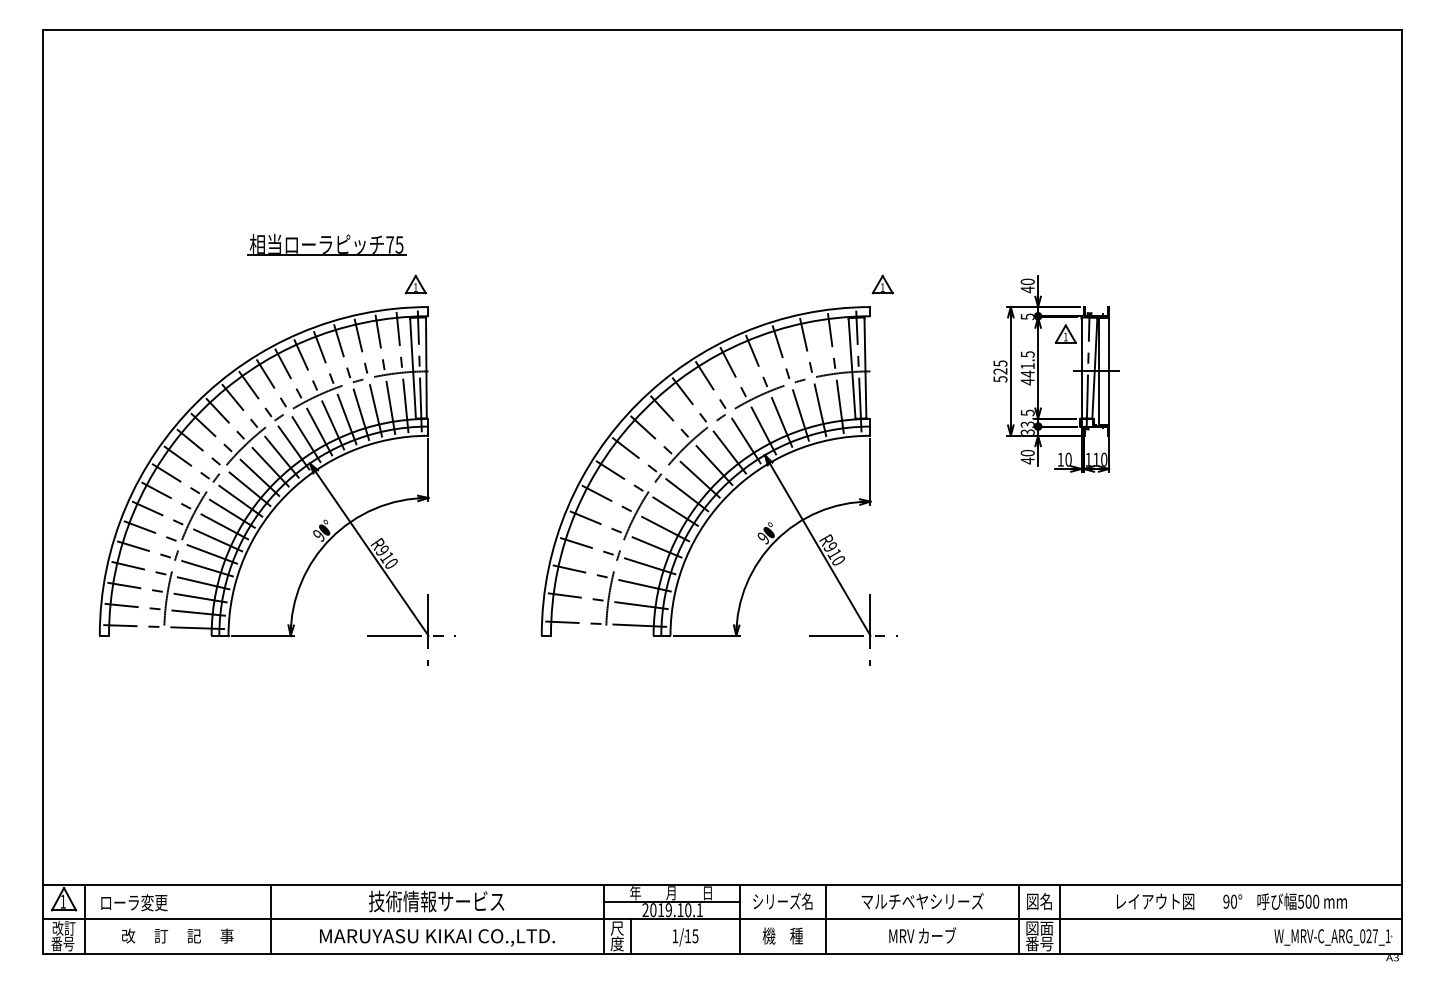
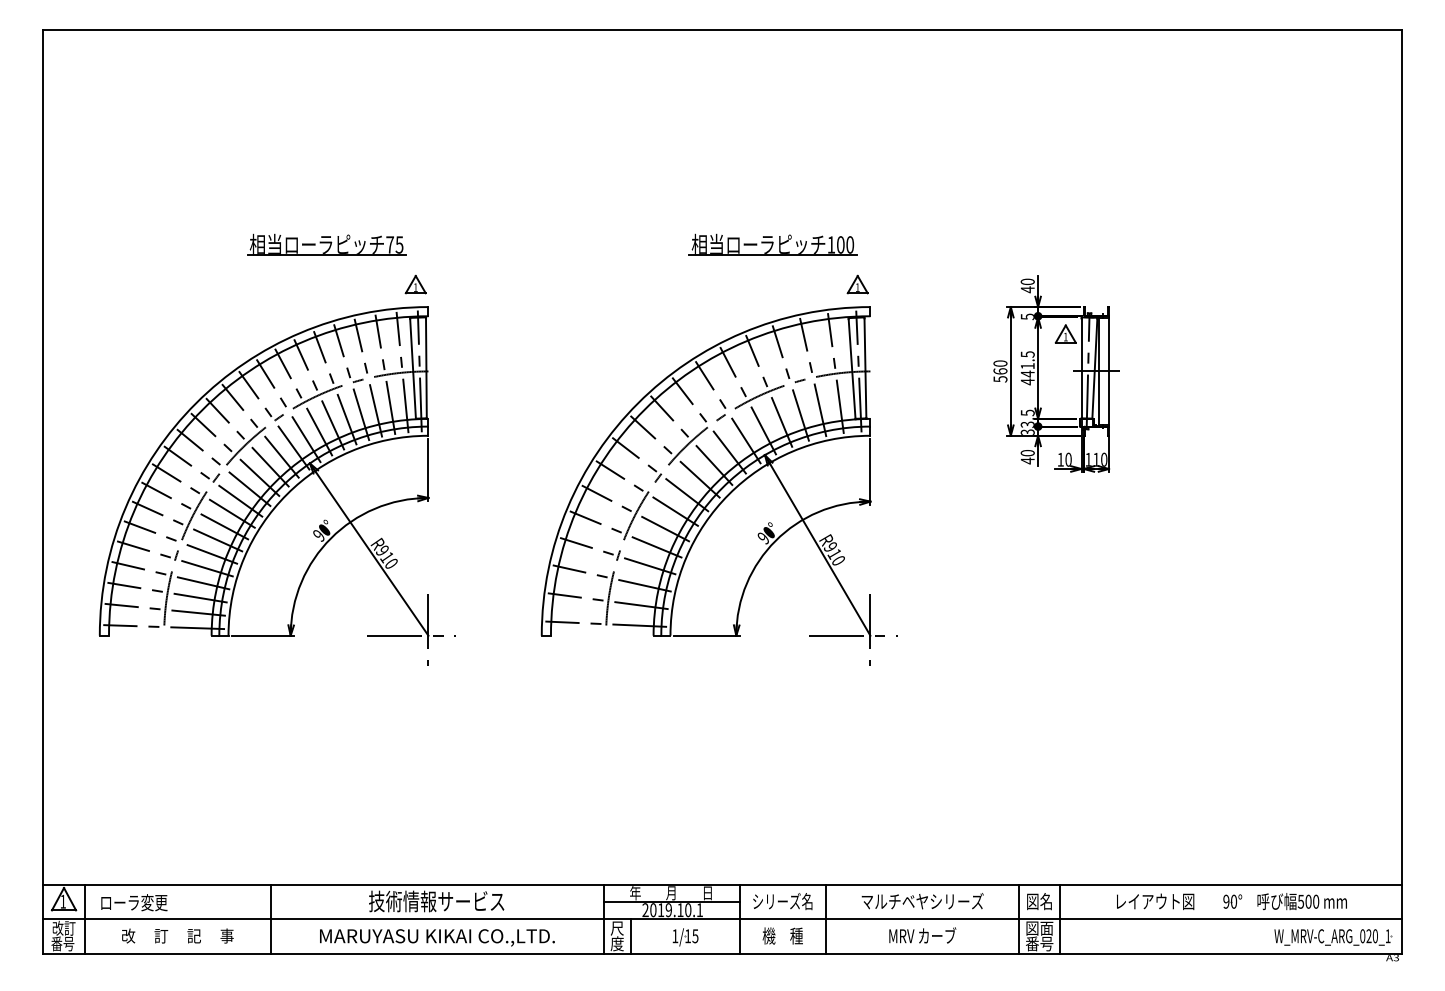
part at (772, 244): none -> present
part at (882, 284) position: (882, 284) -> (857, 284)
text at (1000, 367): 525 -> 560
text at (1374, 936): W_MRV-C_ARG_027_1 -> W_MRV-C_ARG_020_1
